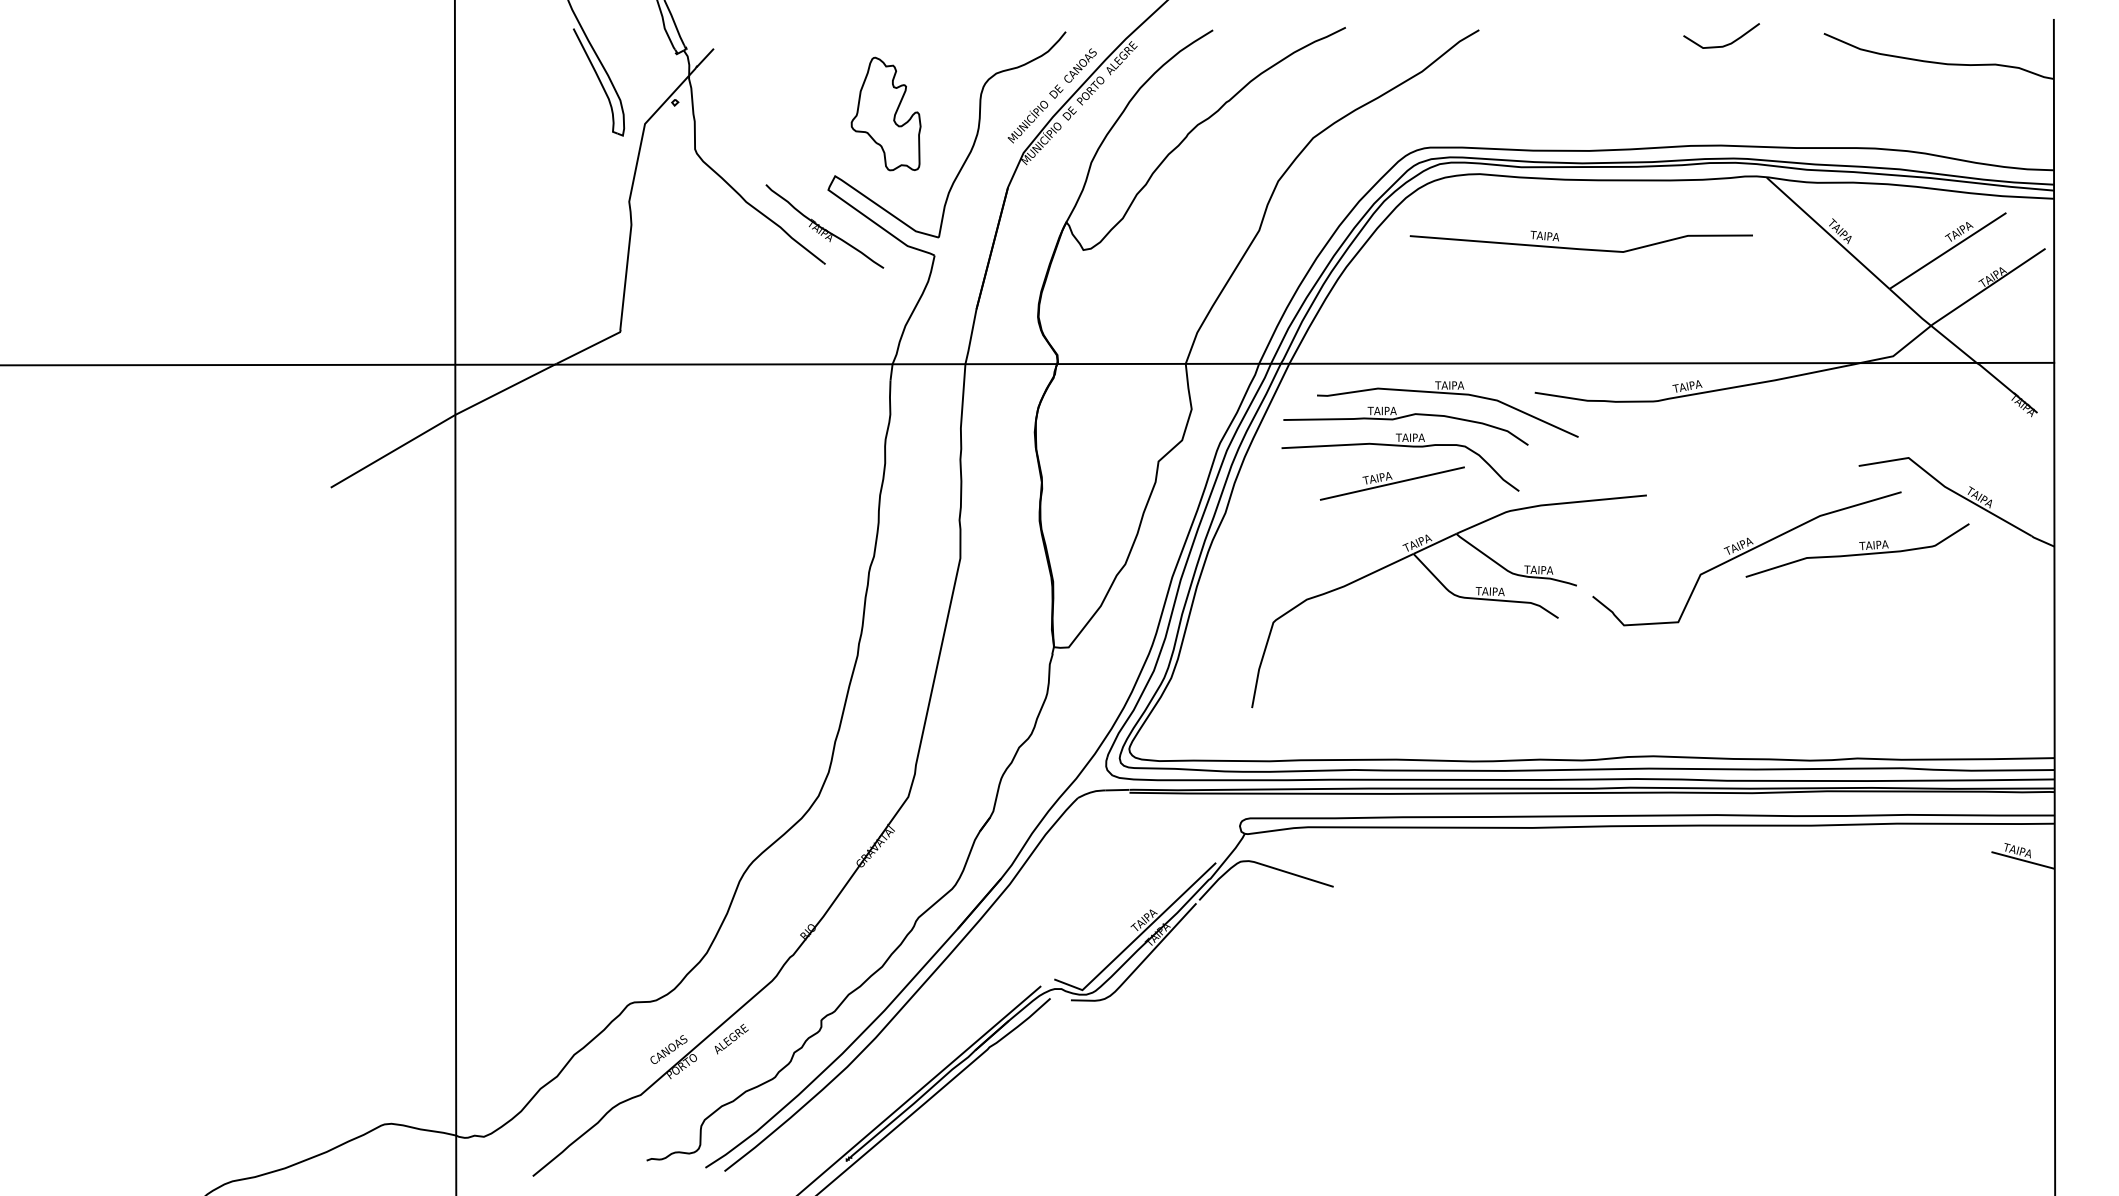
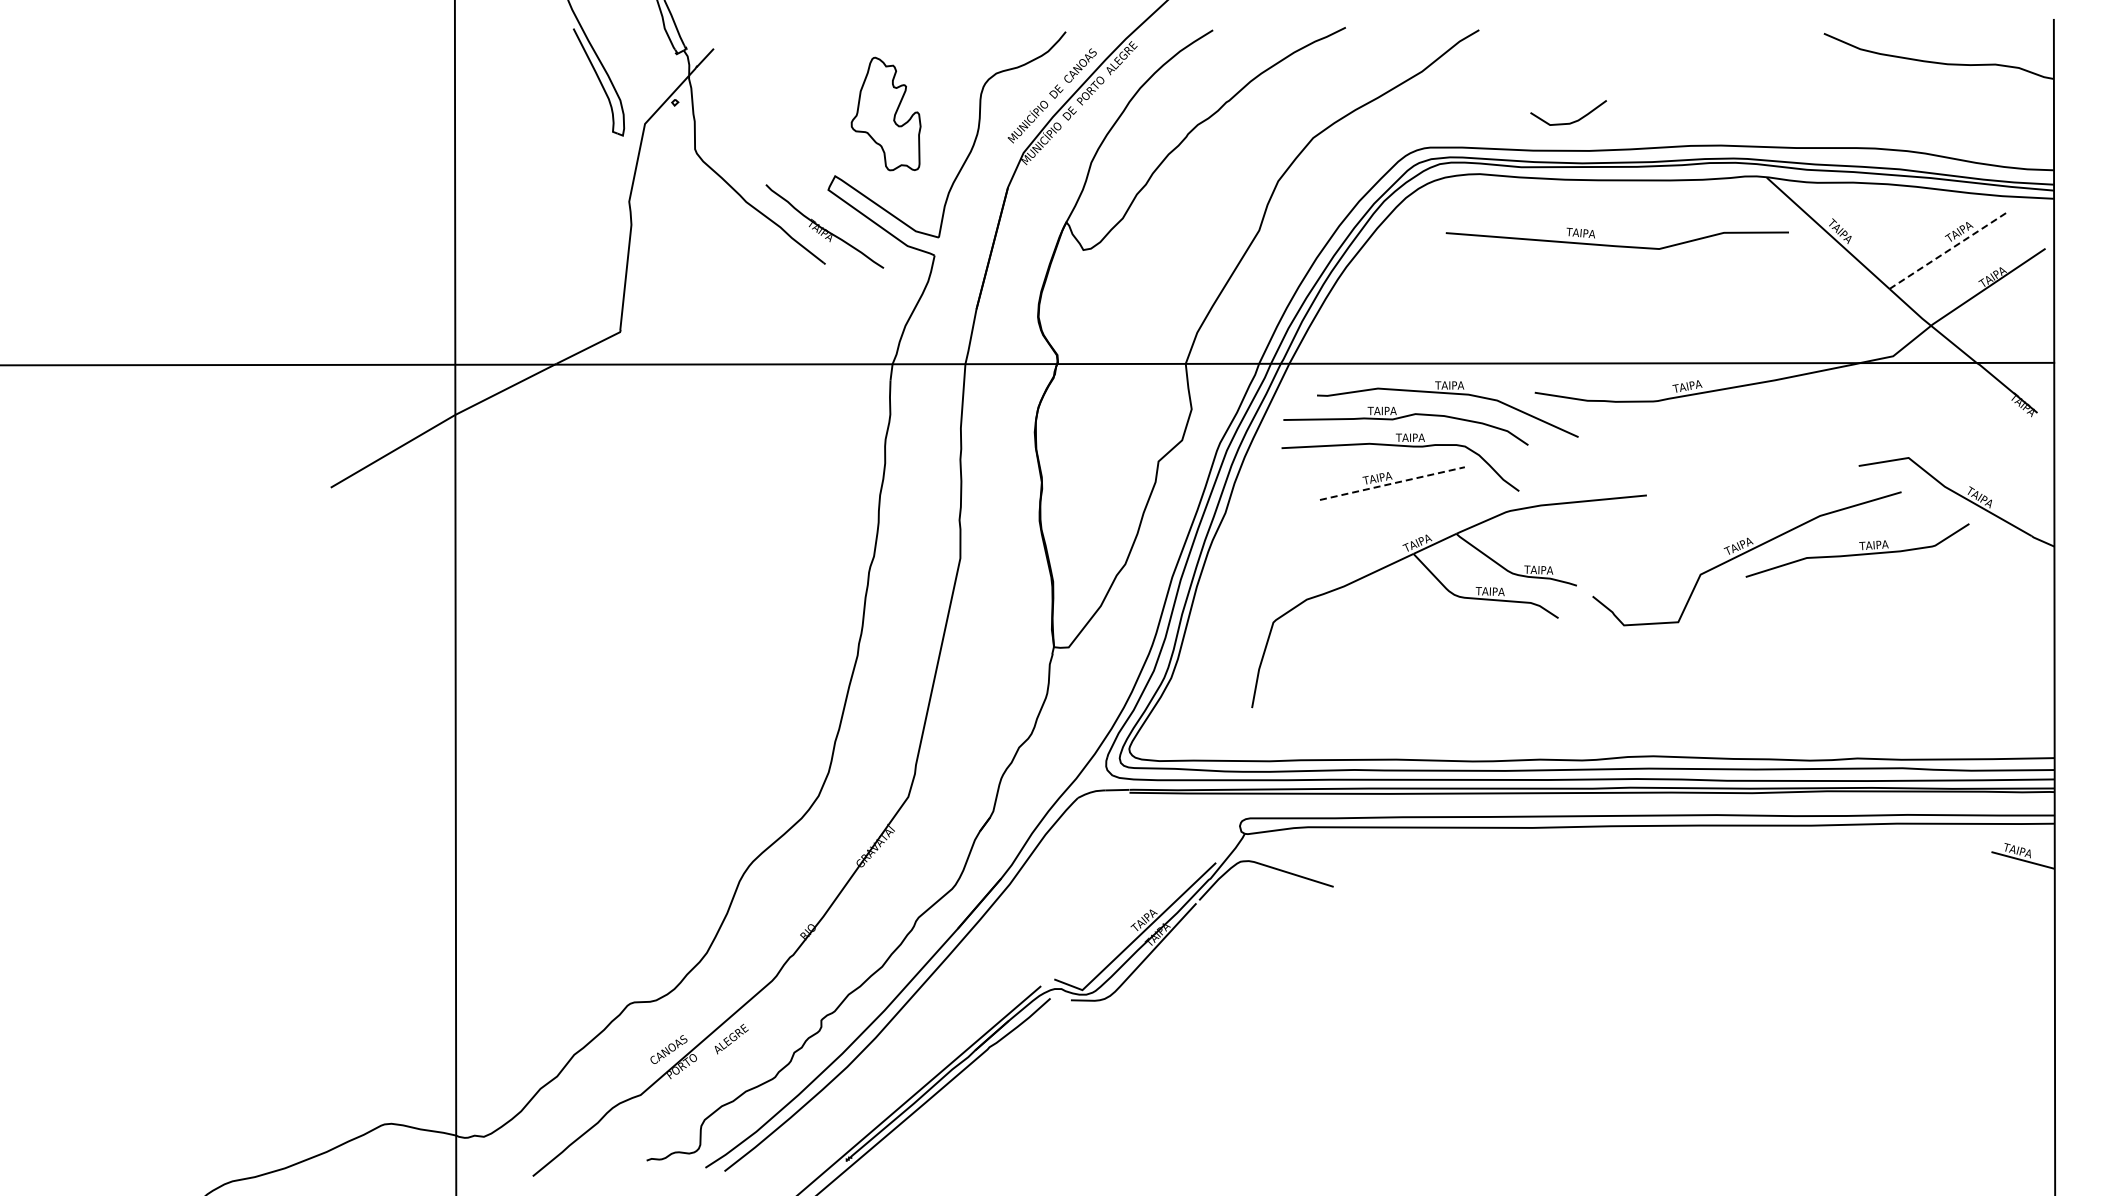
curve at (1725, 44) position: (1725, 44) -> (1572, 121)
part at (1580, 248) position: (1580, 248) -> (1616, 245)
line at (1947, 250): solid -> dashed
line at (1392, 483): solid -> dashed
